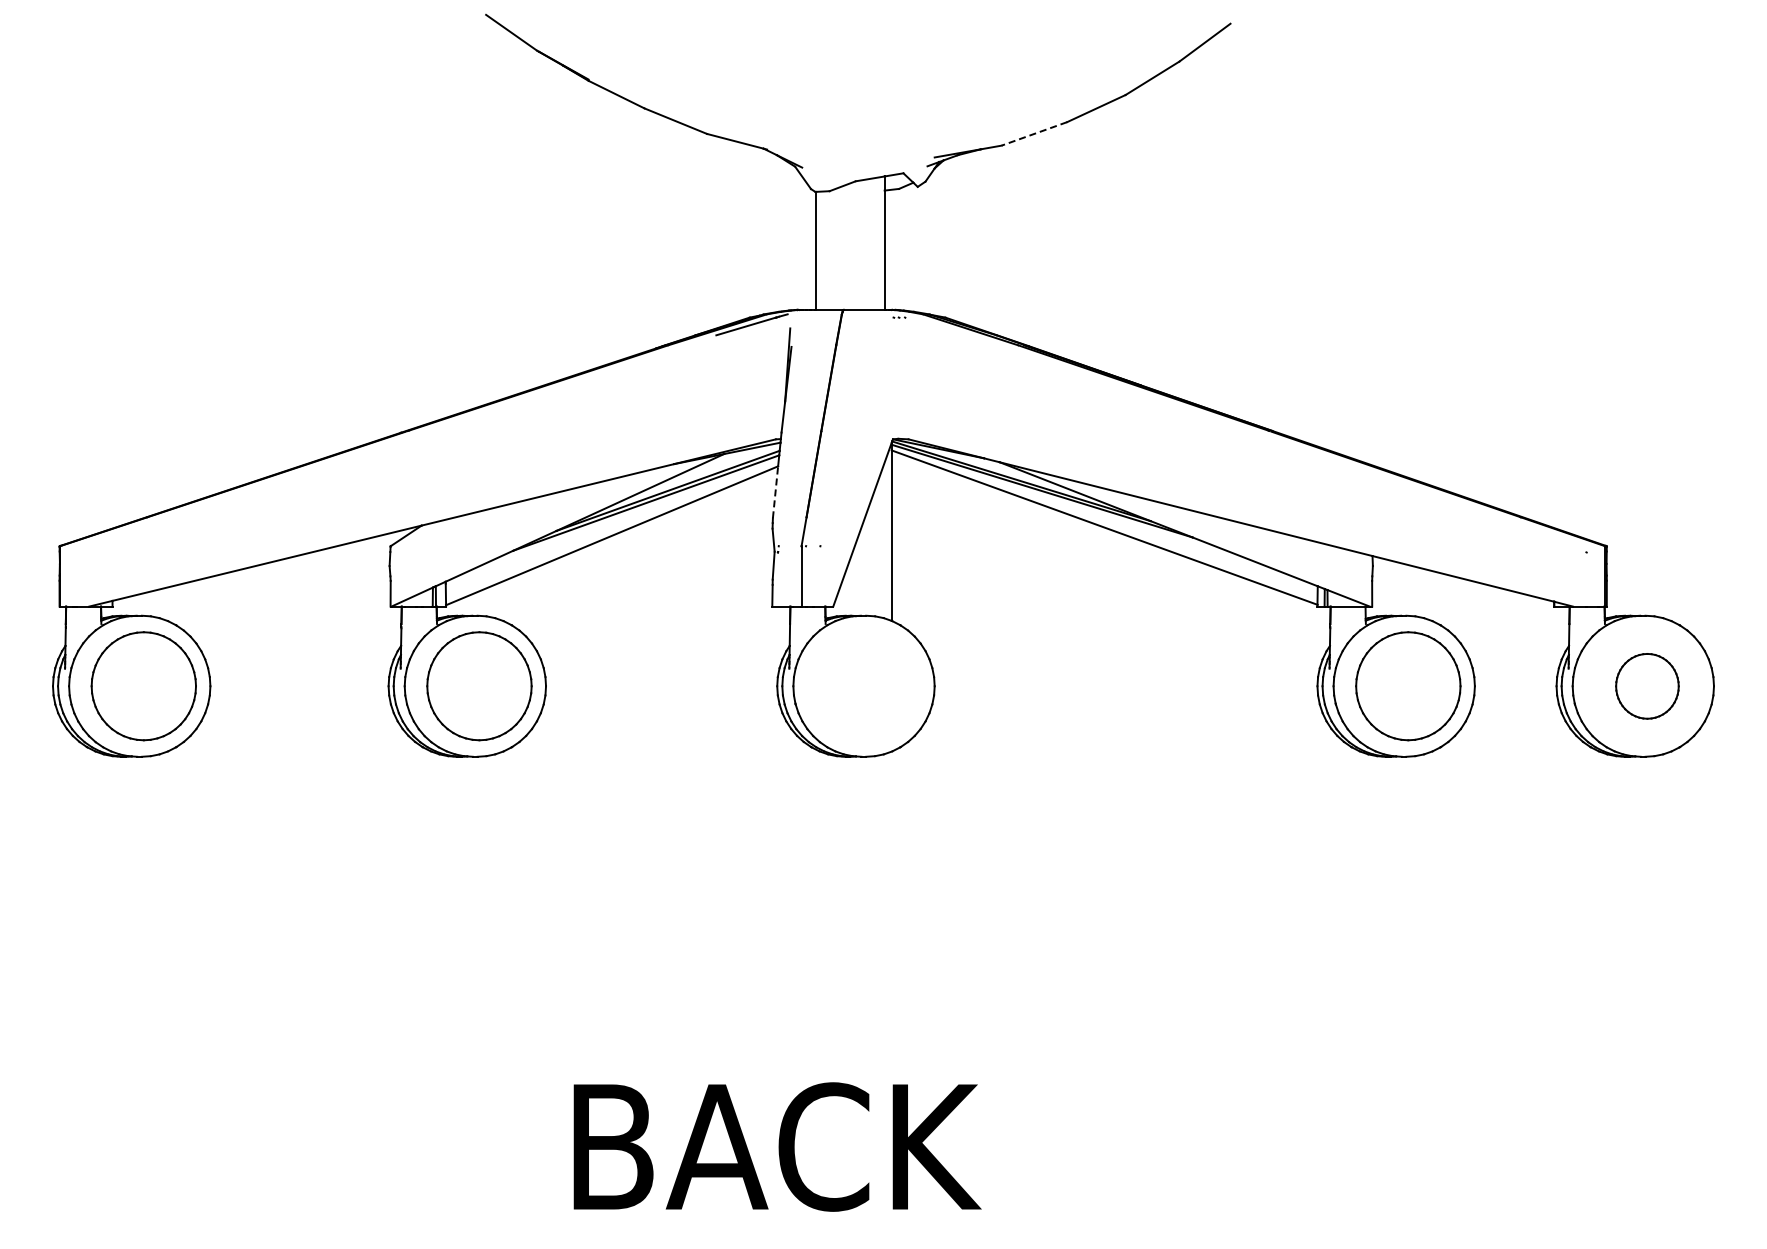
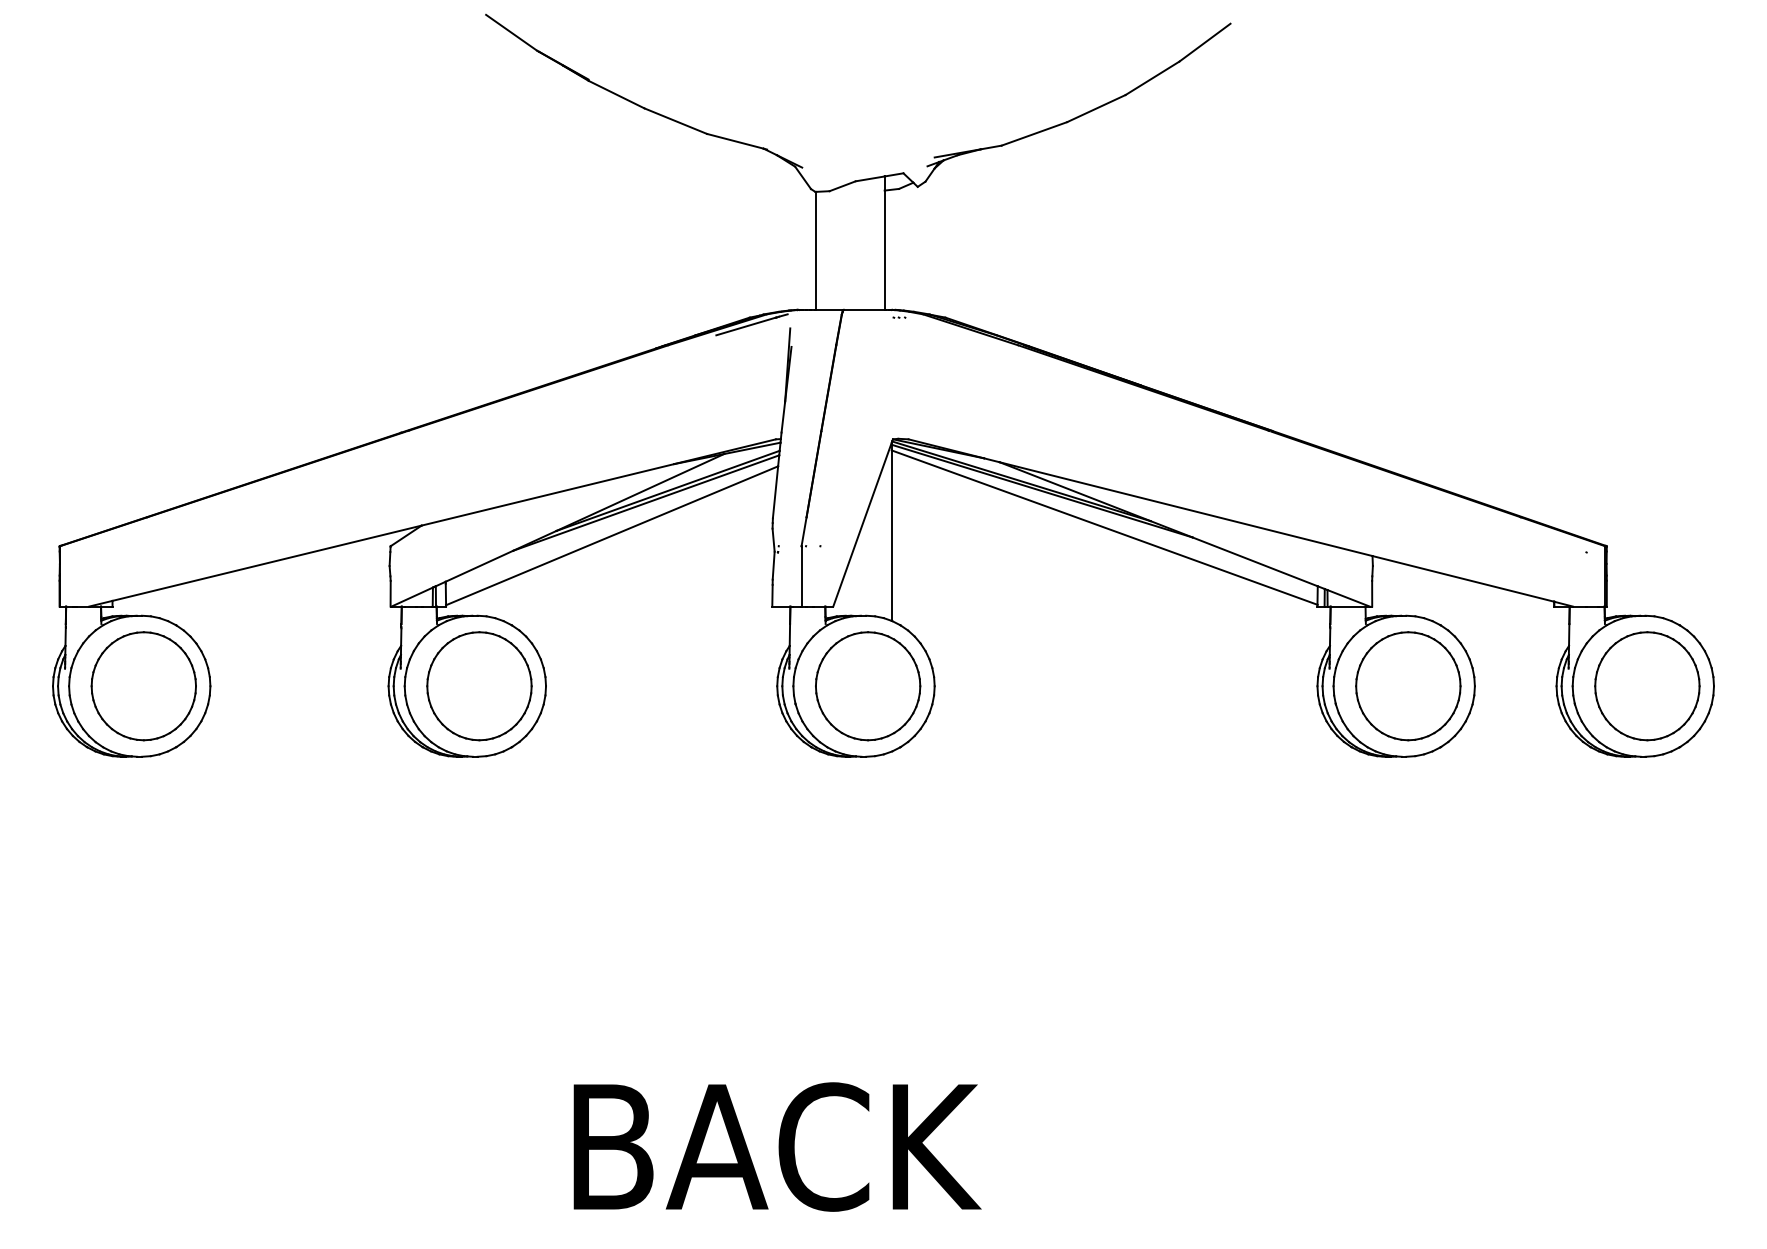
line at (1034, 133): dashed -> solid
line at (775, 491): dashed -> solid
part at (868, 686): none -> present
part at (1647, 686) size: 65x67 px -> 107x111 px
